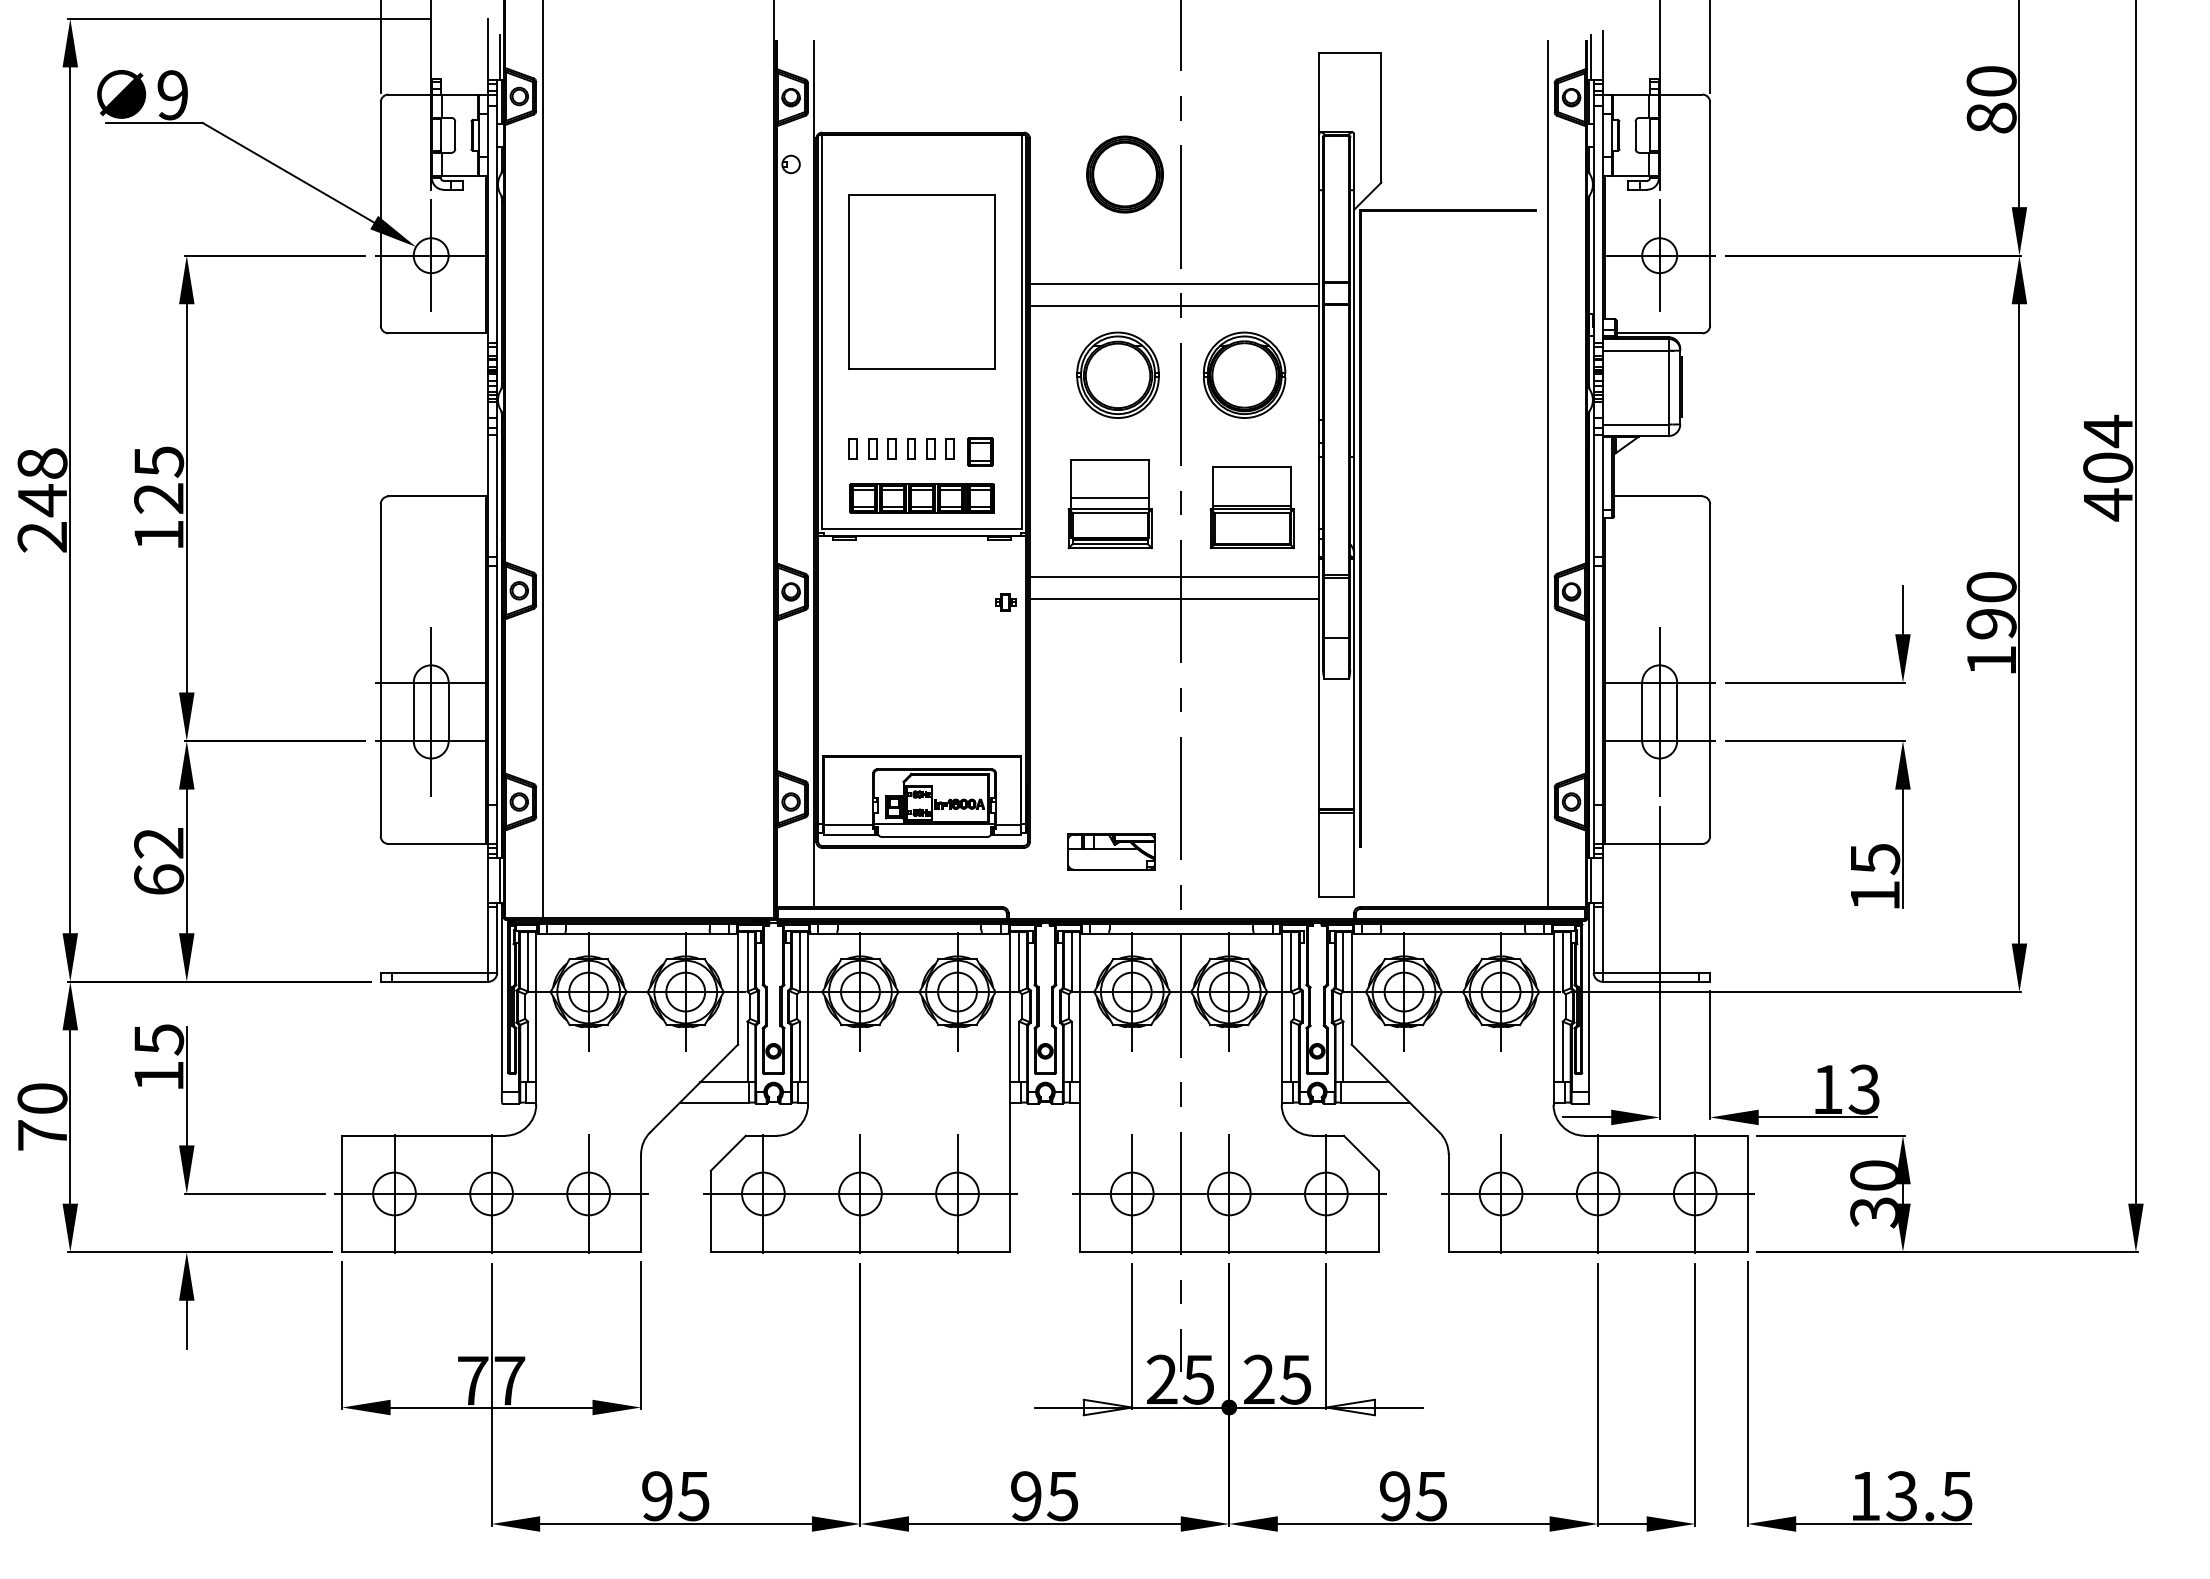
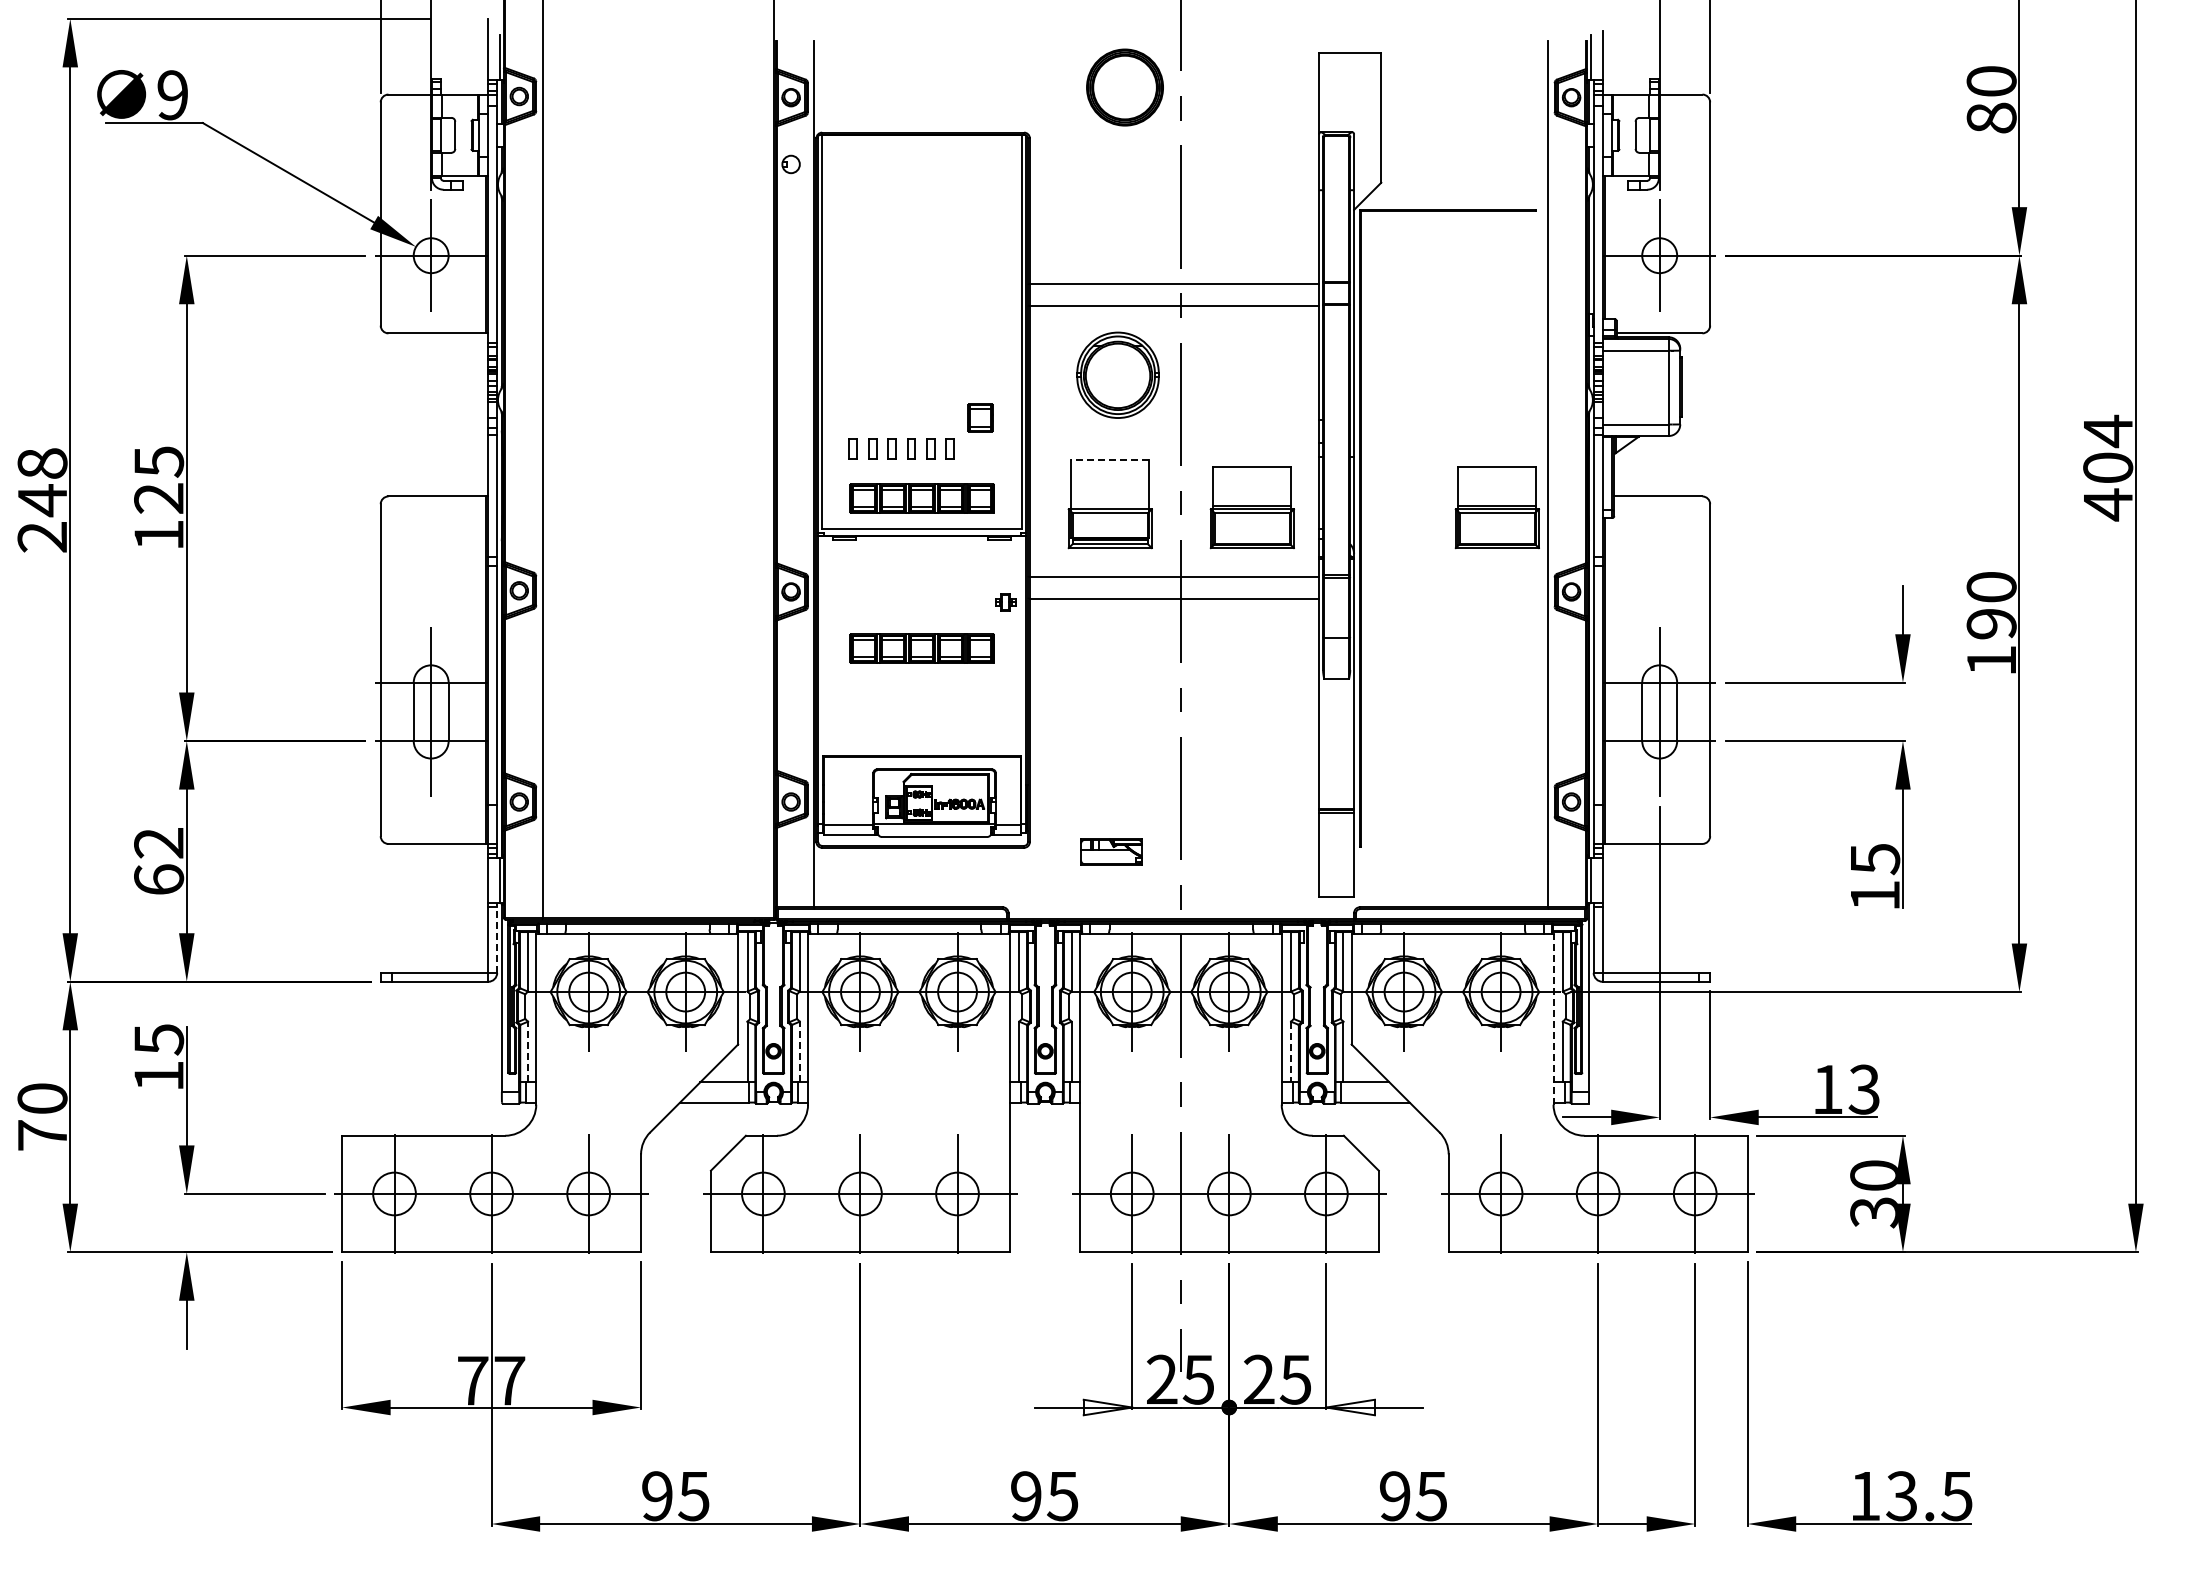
part at (1124, 174) position: (1124, 174) -> (1124, 87)
part at (921, 281): present -> none
part at (1244, 374): present -> none
part at (980, 451) position: (980, 451) -> (980, 417)
line at (1109, 460): solid -> dashed
line at (1109, 498): present -> none
part at (1496, 507): none -> present
part at (921, 648): none -> present
part at (1111, 851) size: 89x38 px -> 63x28 px
line at (497, 938): solid -> dashed
line at (1553, 1018): solid -> dashed
line at (528, 1051): solid -> dashed
line at (799, 1051): solid -> dashed
line at (1291, 1052): solid -> dashed
